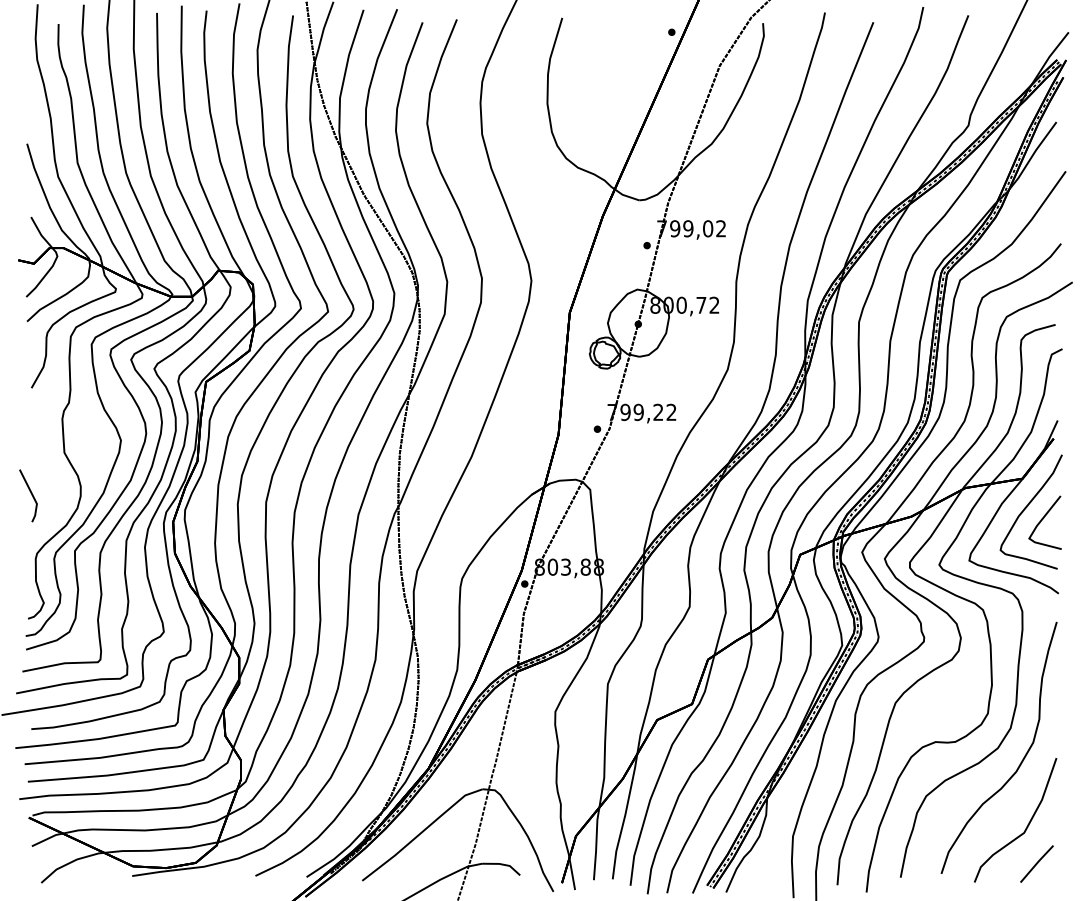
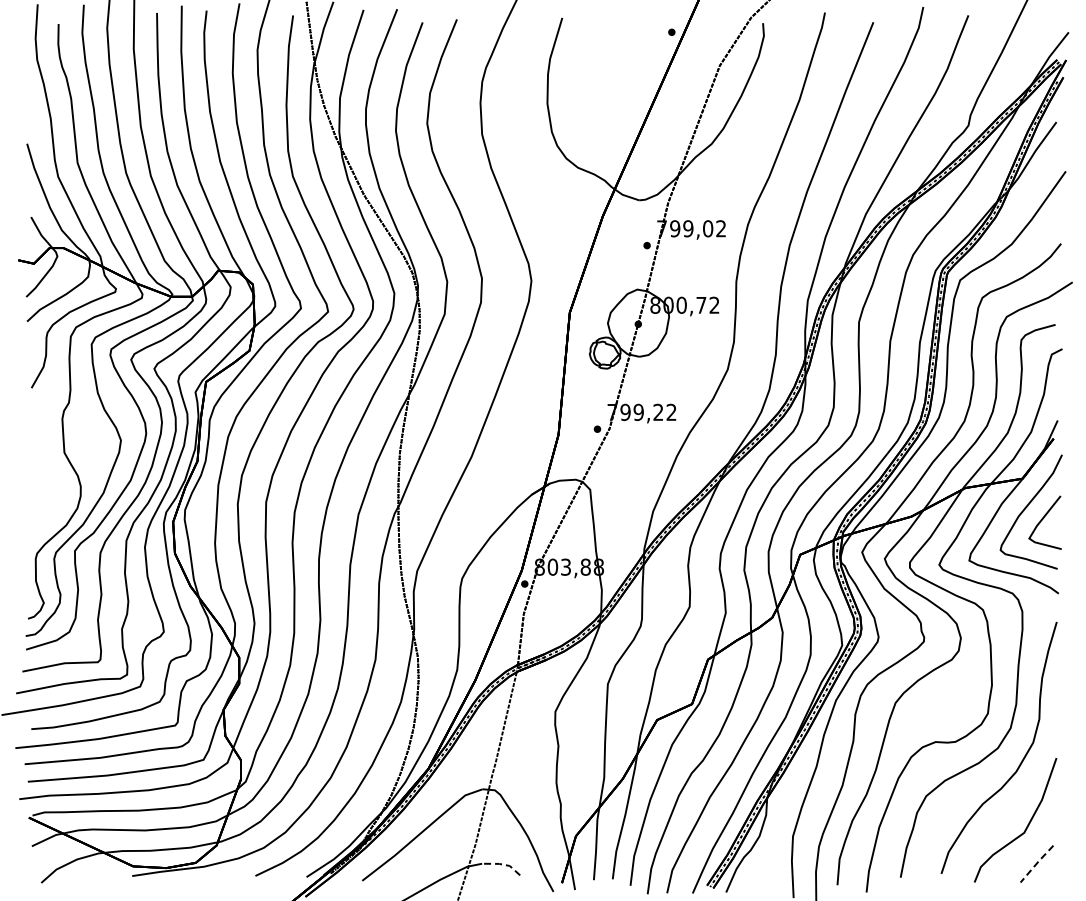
line at (30, 493): present -> none
line at (1037, 863): solid -> dashed
line at (503, 864): solid -> dashed
